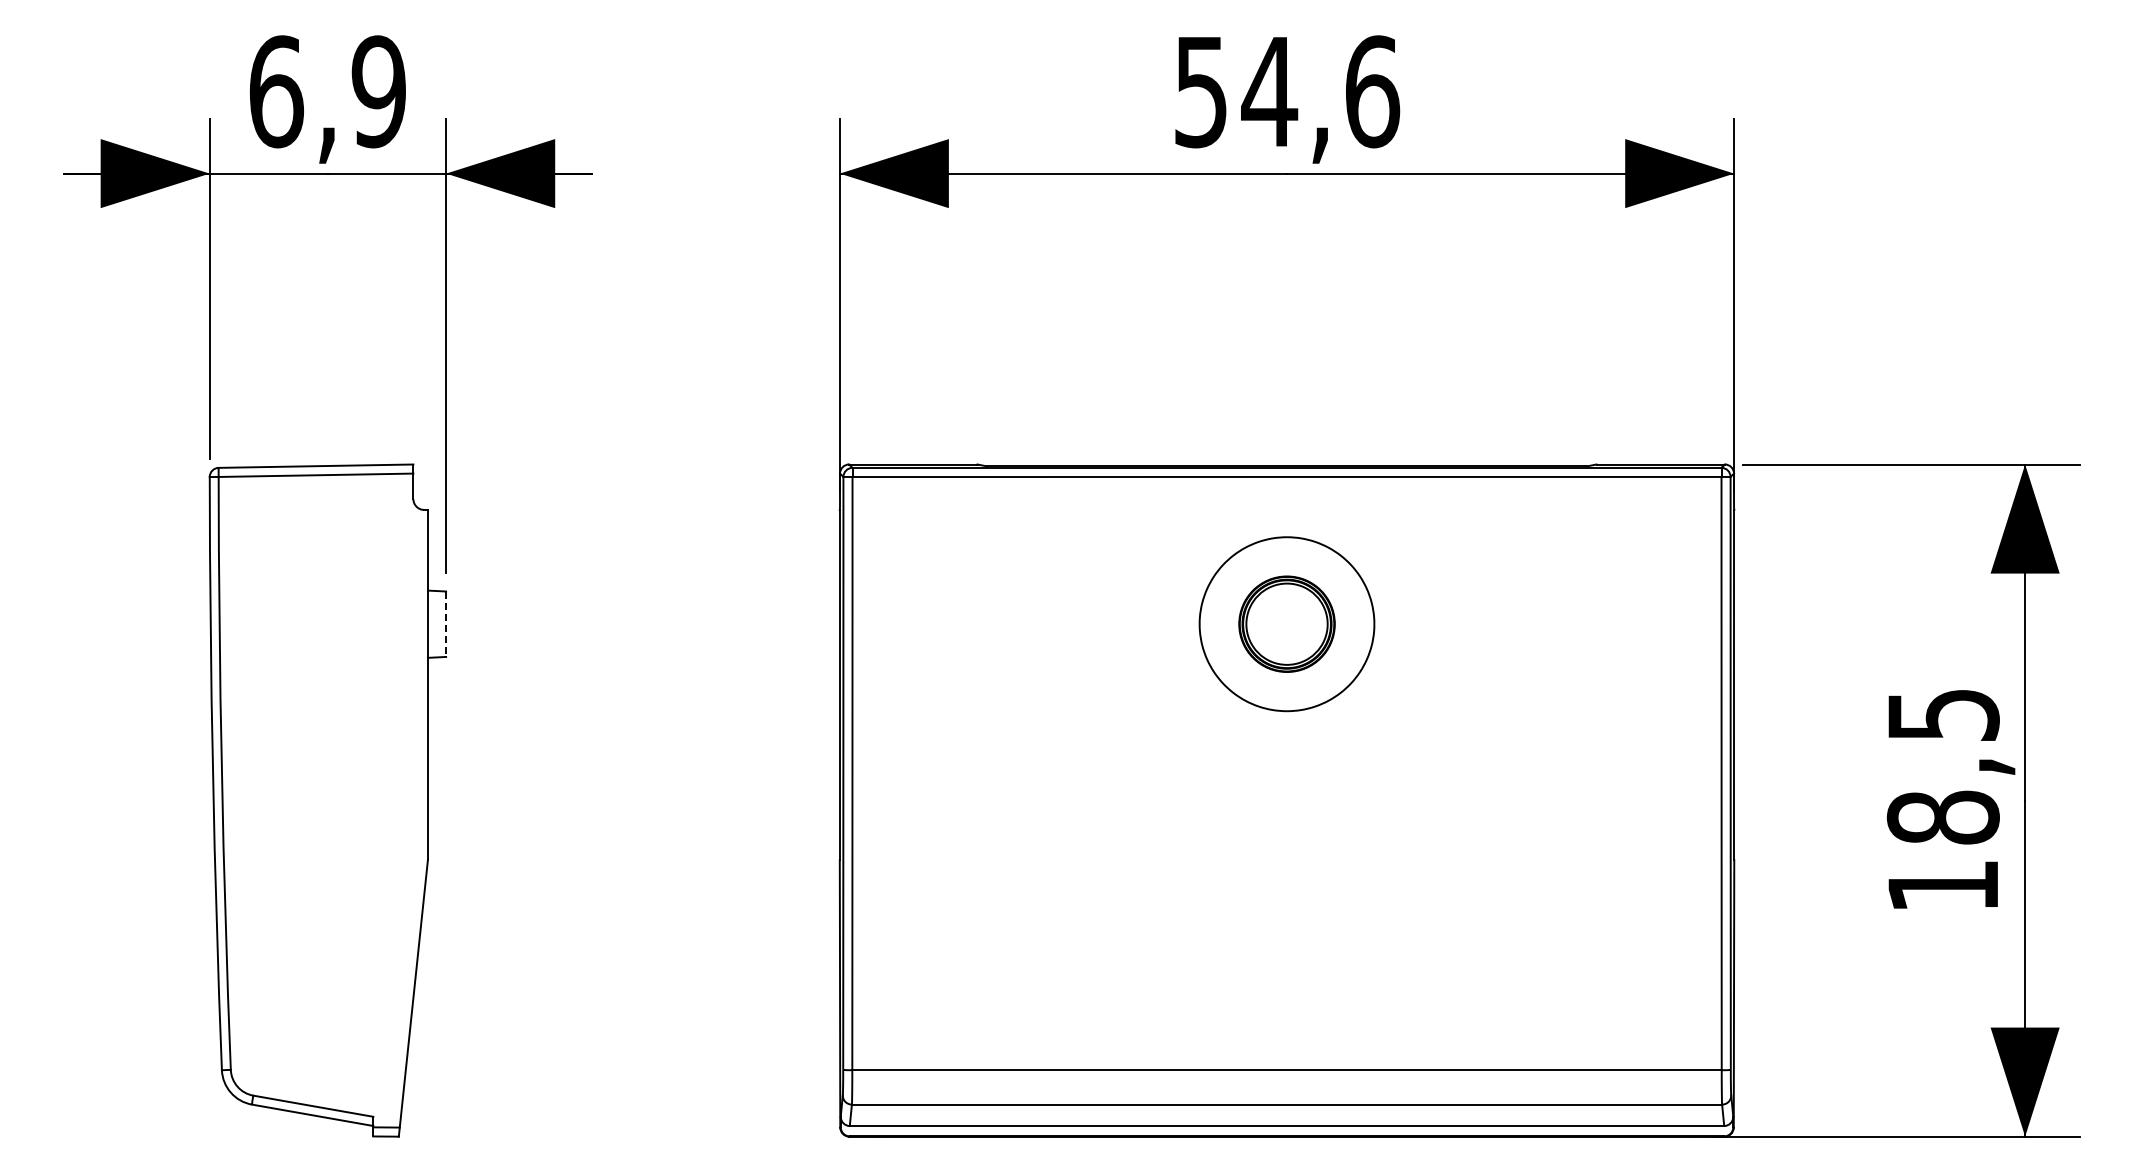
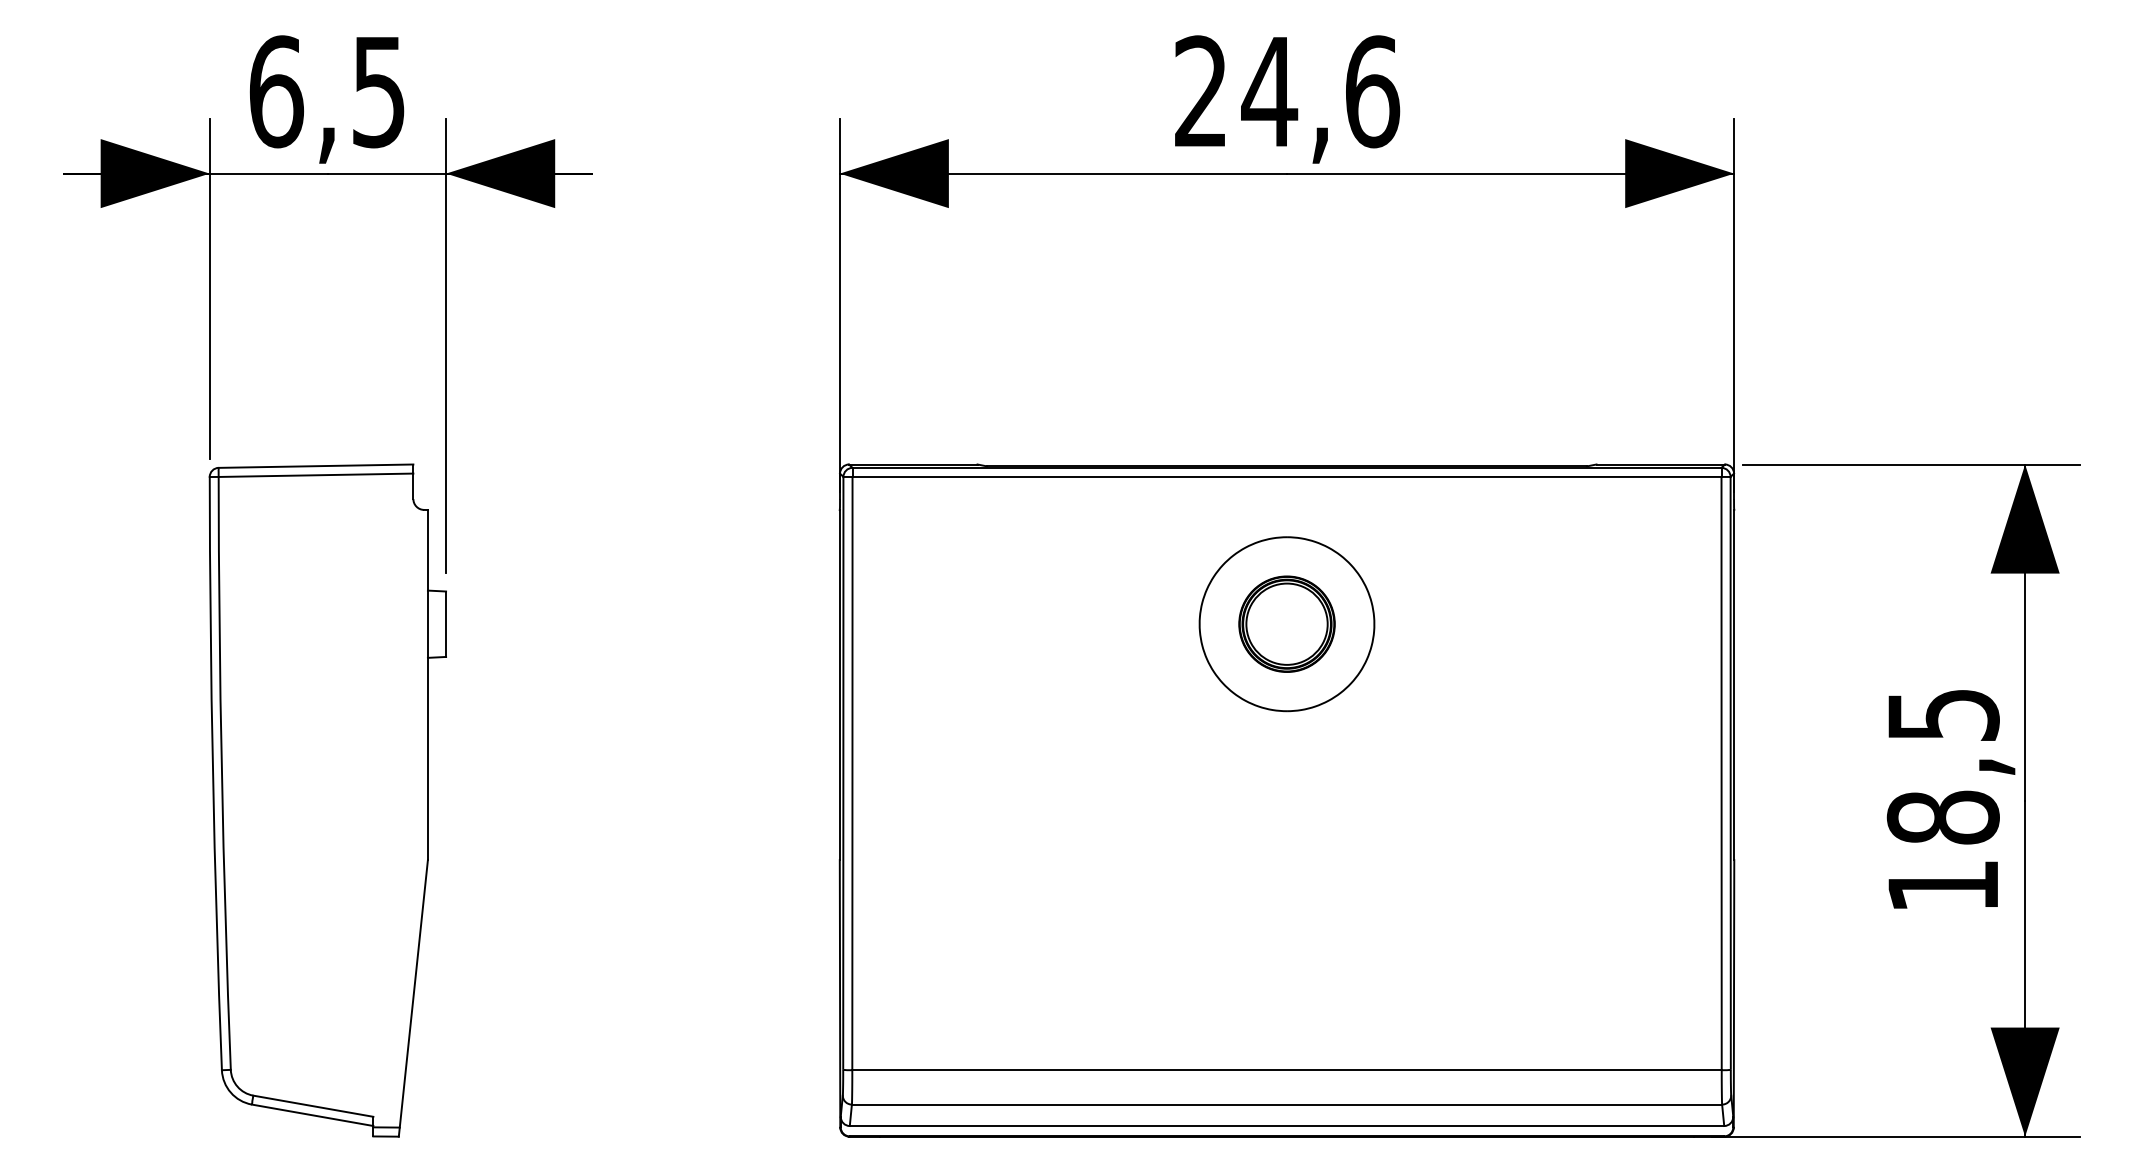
text at (378, 91): 6,9 -> 6,5
text at (1200, 91): 54,6 -> 24,6
line at (446, 624): dashed -> solid
